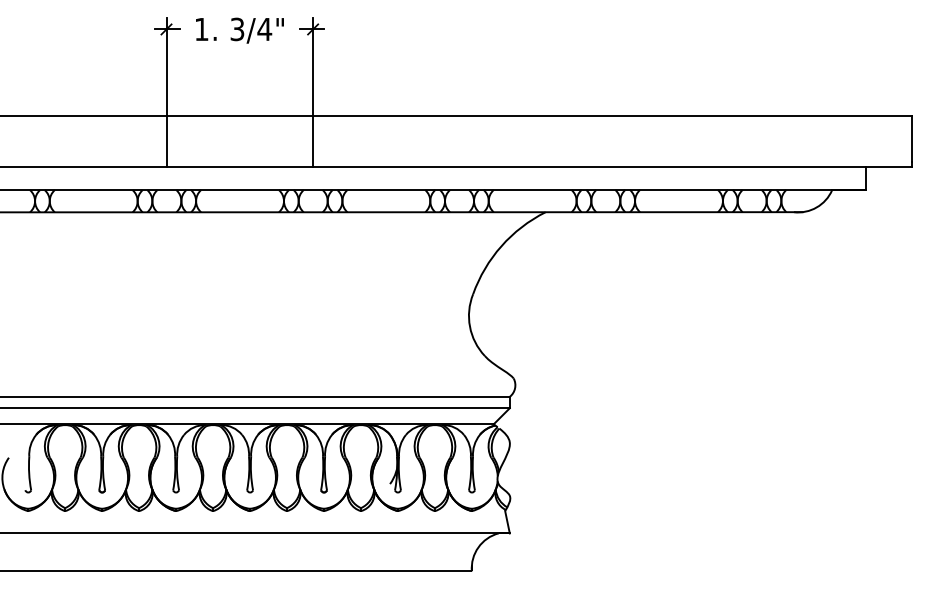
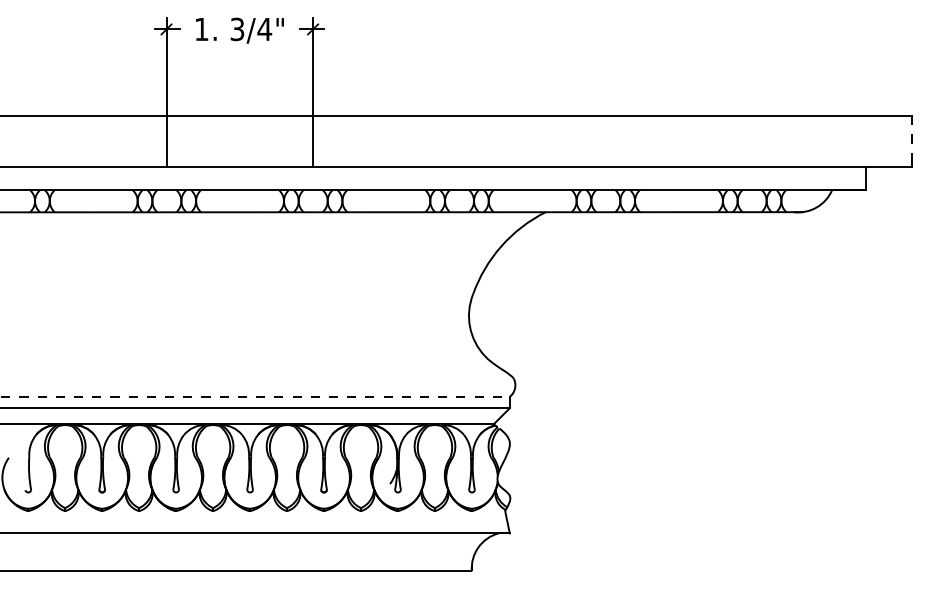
line at (911, 138): solid -> dashed
line at (254, 396): solid -> dashed
